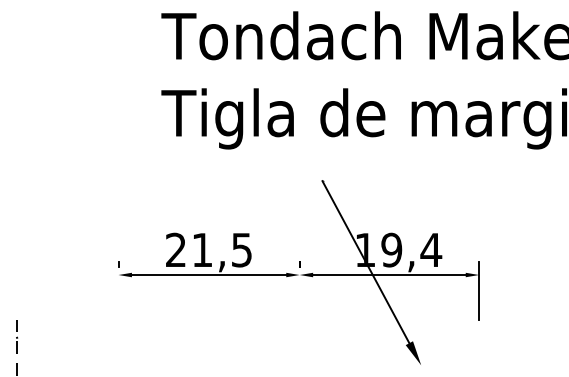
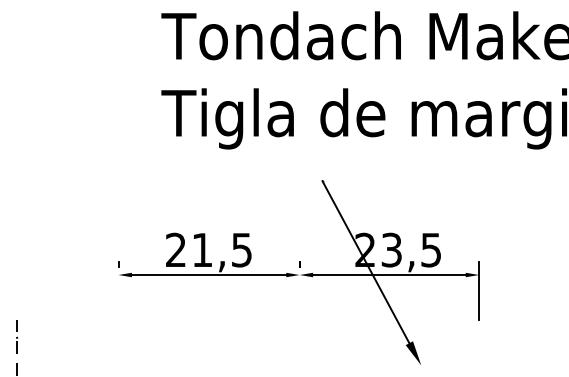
text at (398, 249): 19,4 -> 23,5
